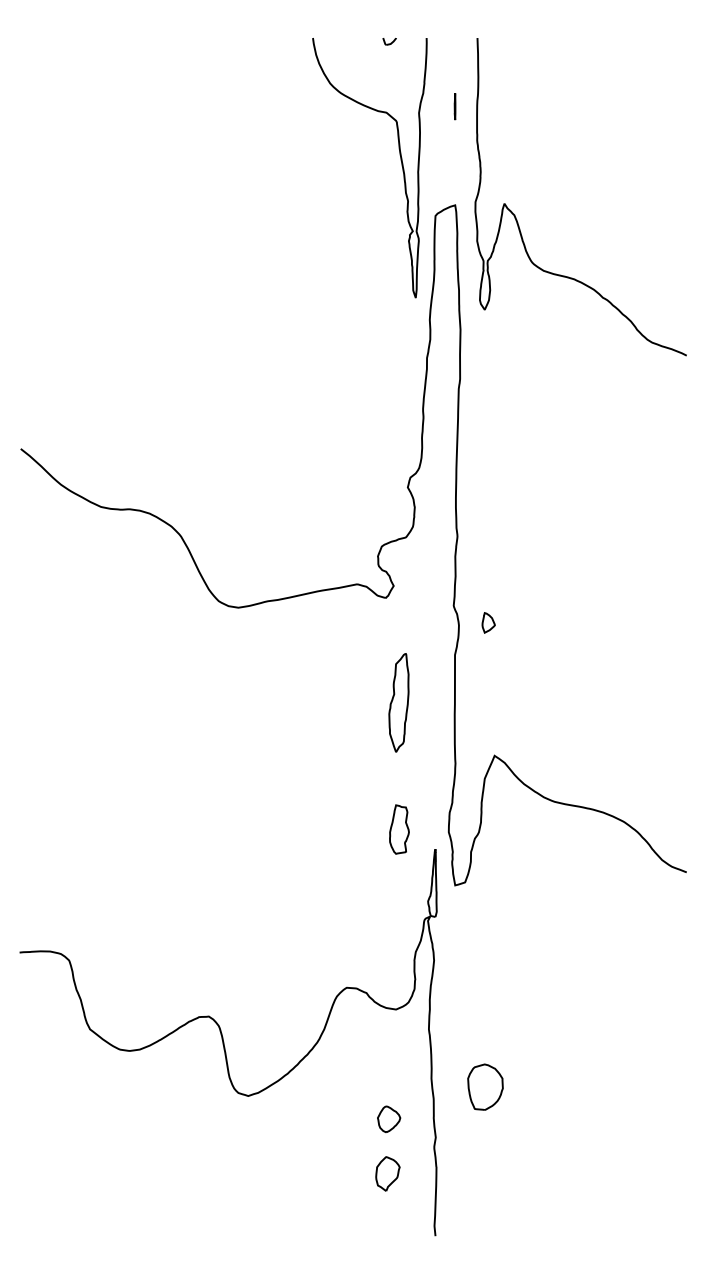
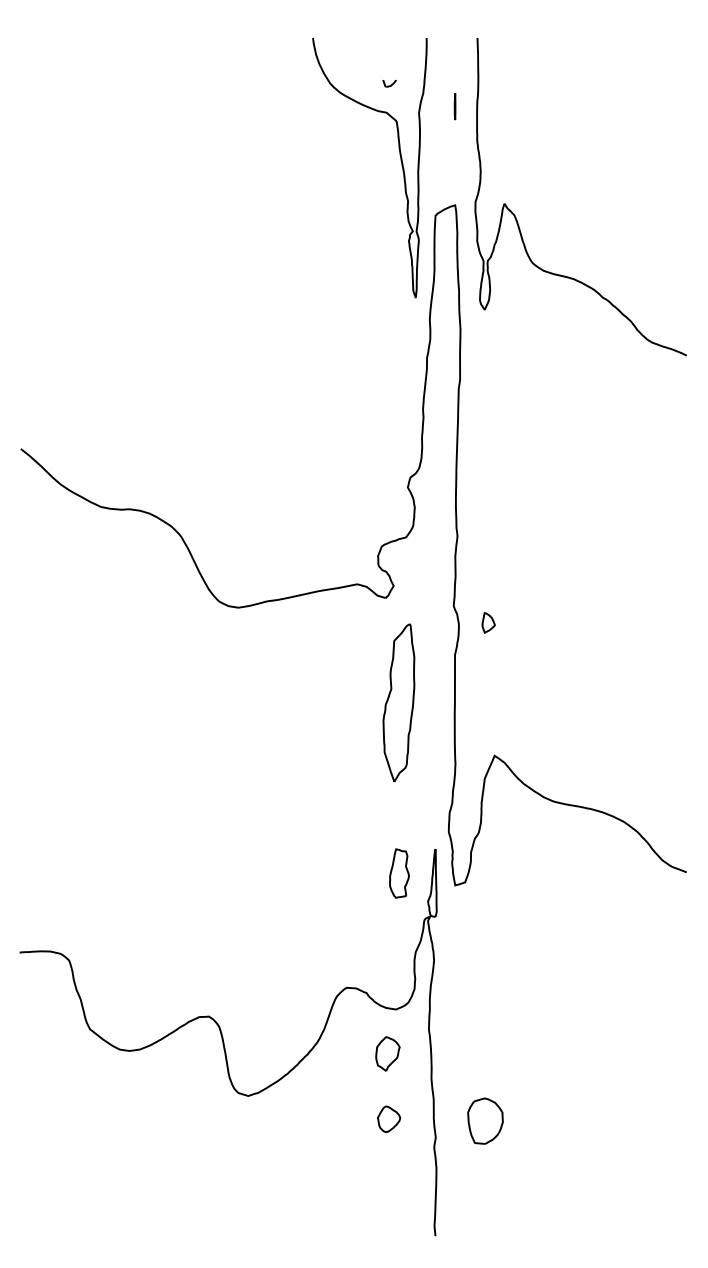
part at (389, 41) position: (389, 41) -> (389, 83)
part at (398, 702) size: 22x100 px -> 34x159 px
part at (399, 829) position: (399, 829) -> (399, 873)
part at (485, 1086) position: (485, 1086) -> (485, 1120)
part at (387, 1173) position: (387, 1173) -> (387, 1053)
